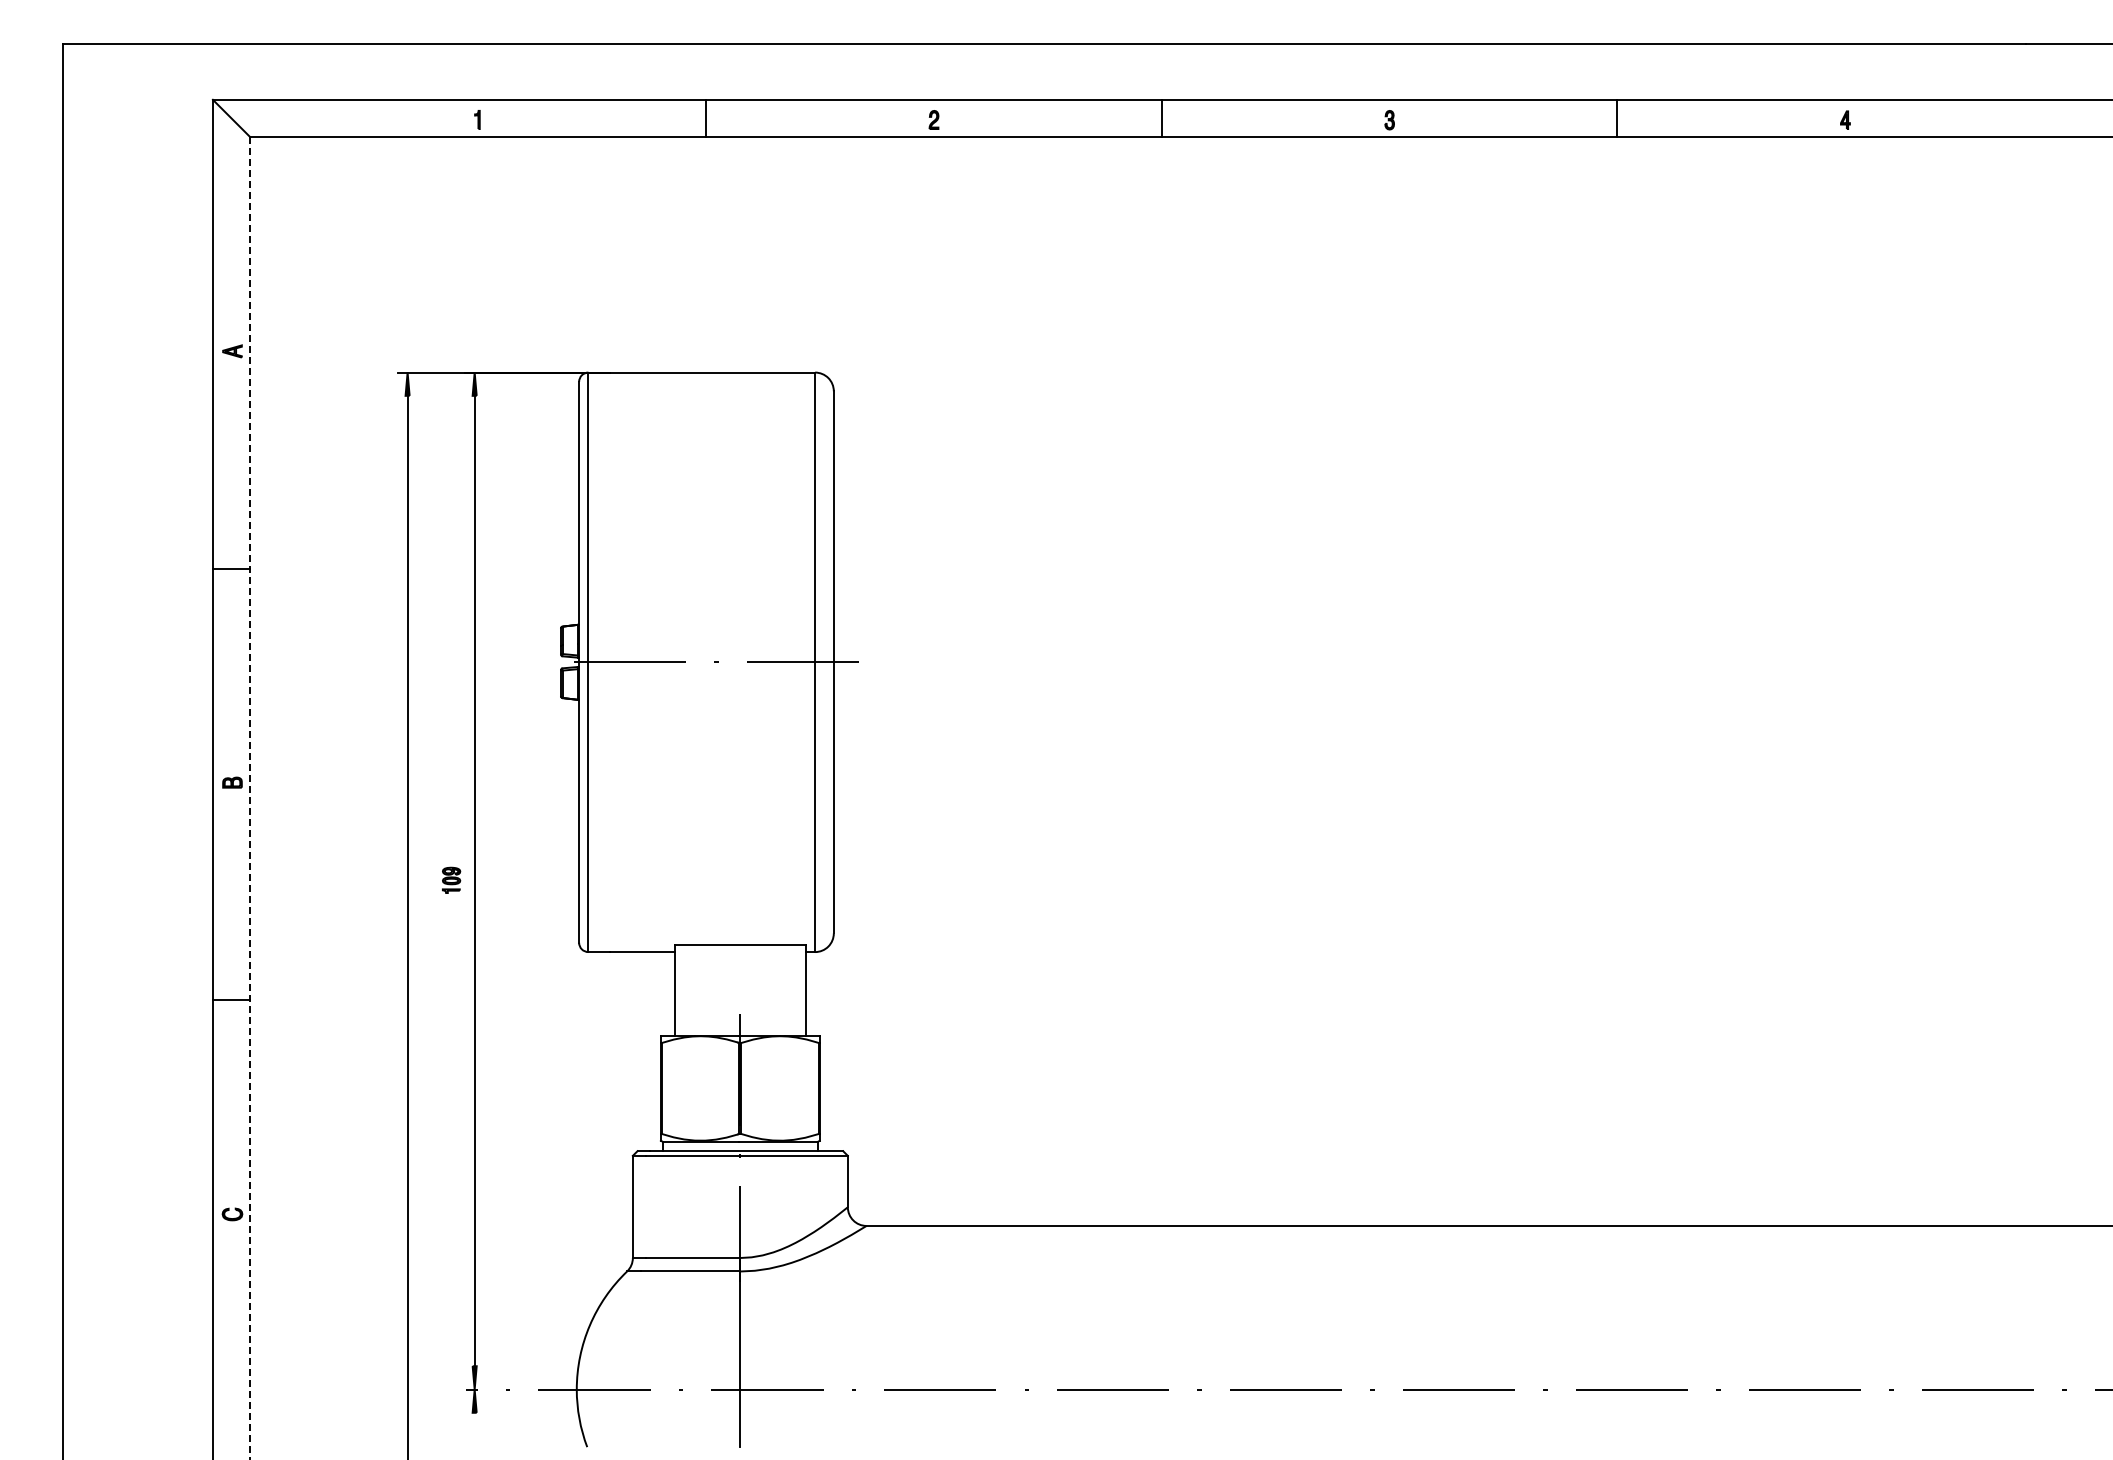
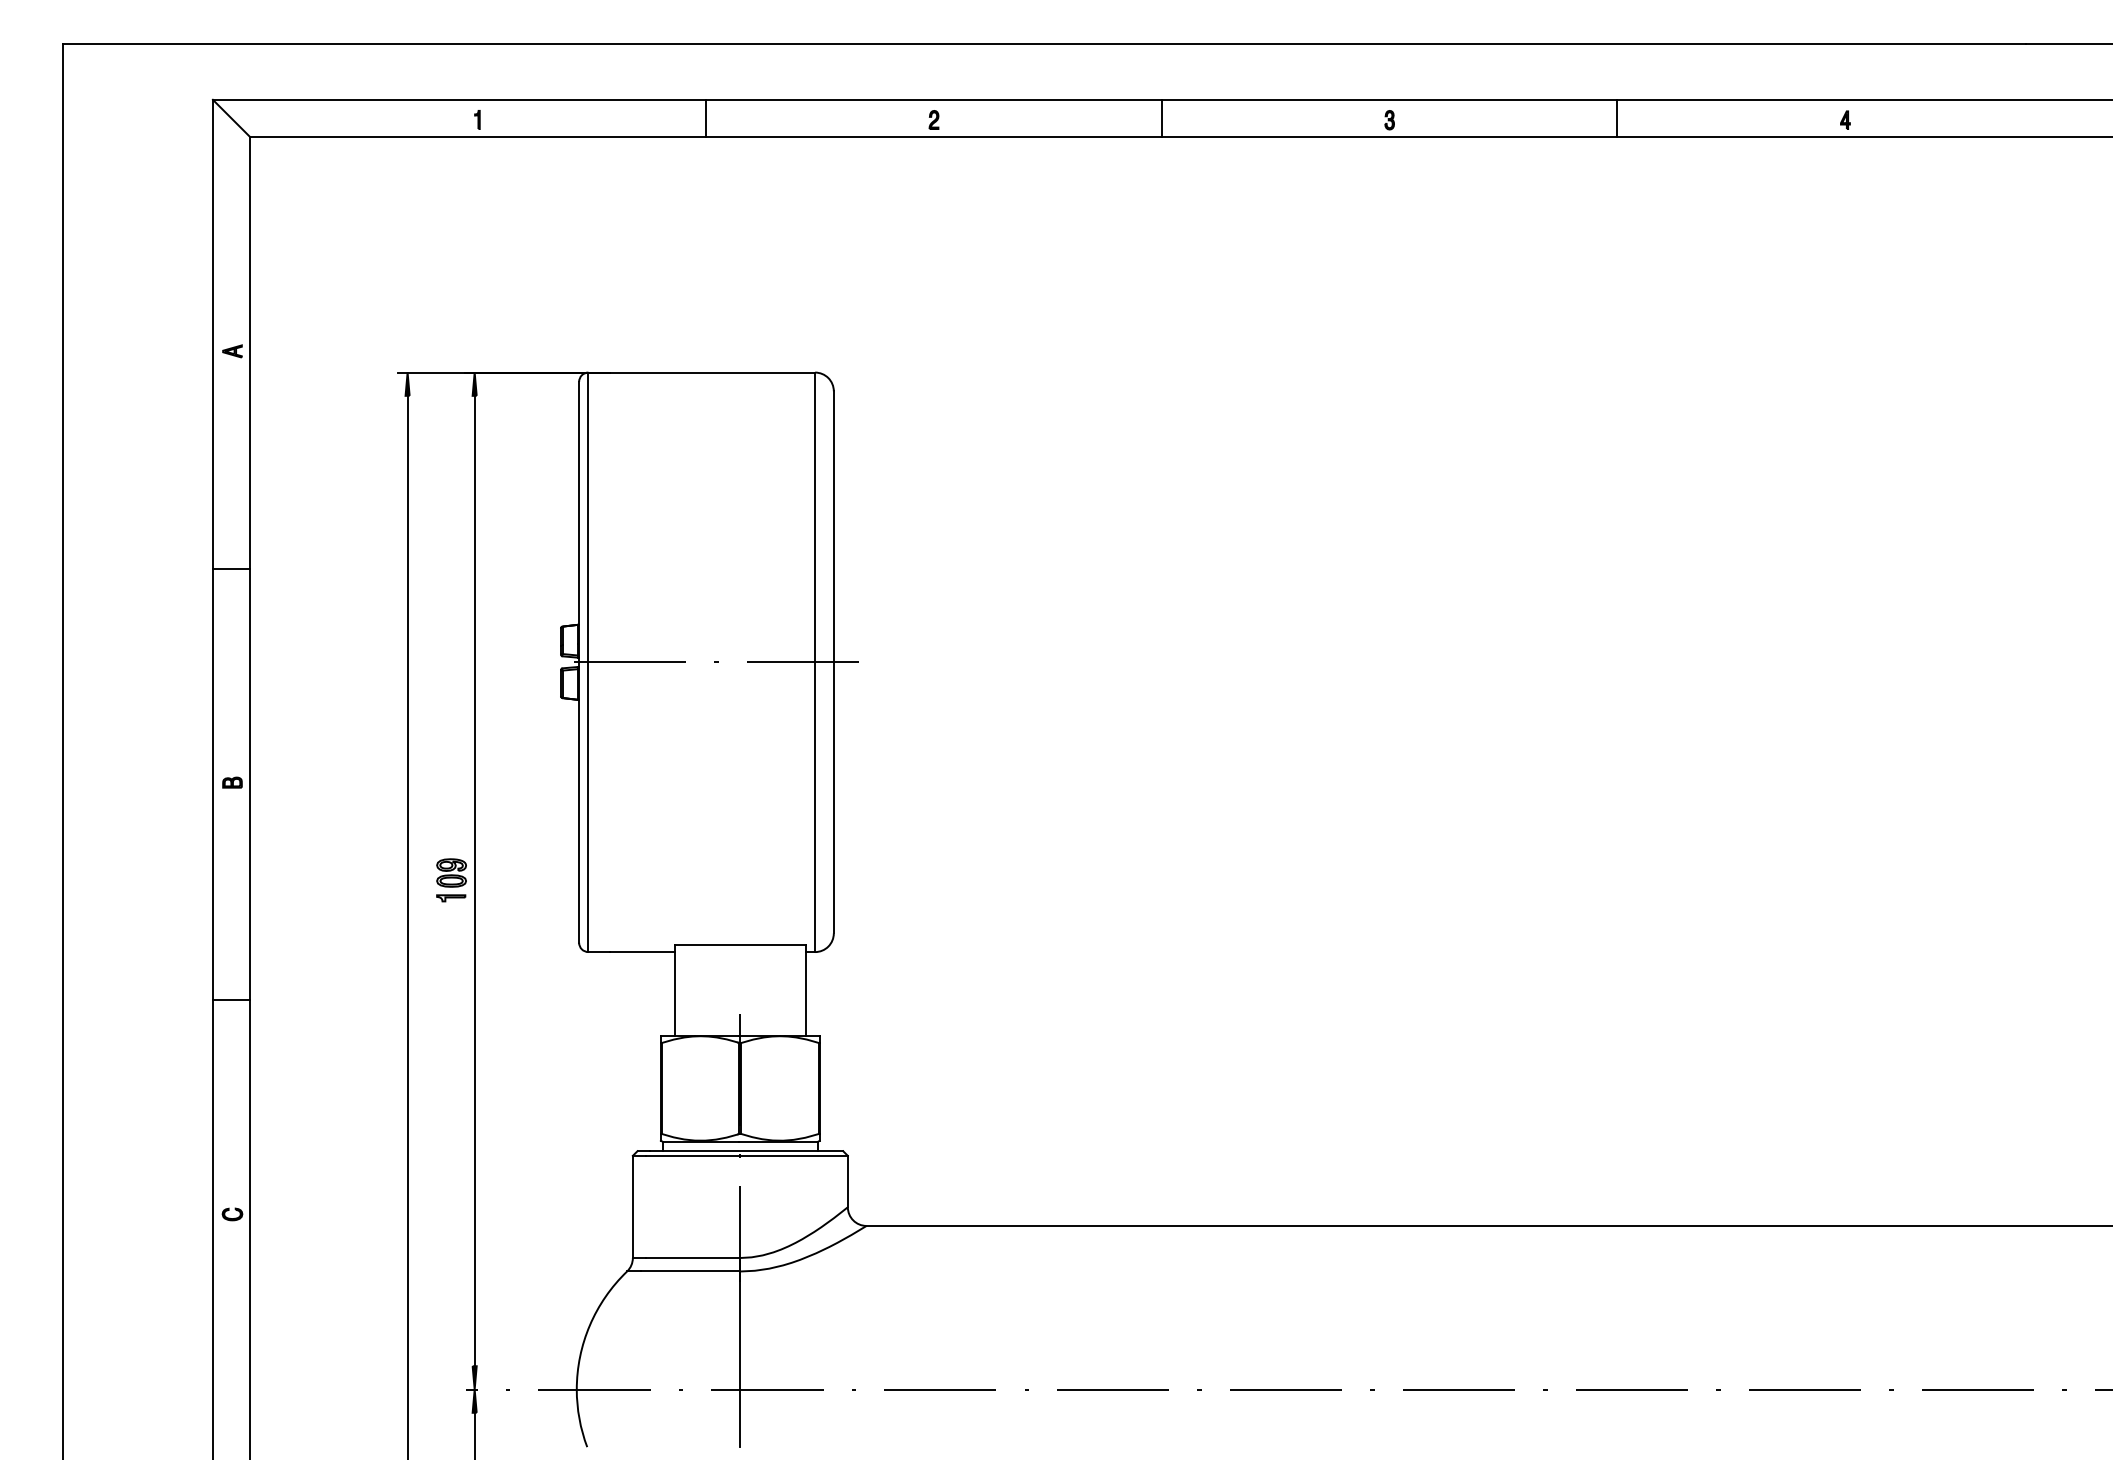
line at (250, 798): dashed -> solid
part at (451, 879) size: 20x28 px -> 31x45 px
line at (474, 1434): none -> present
